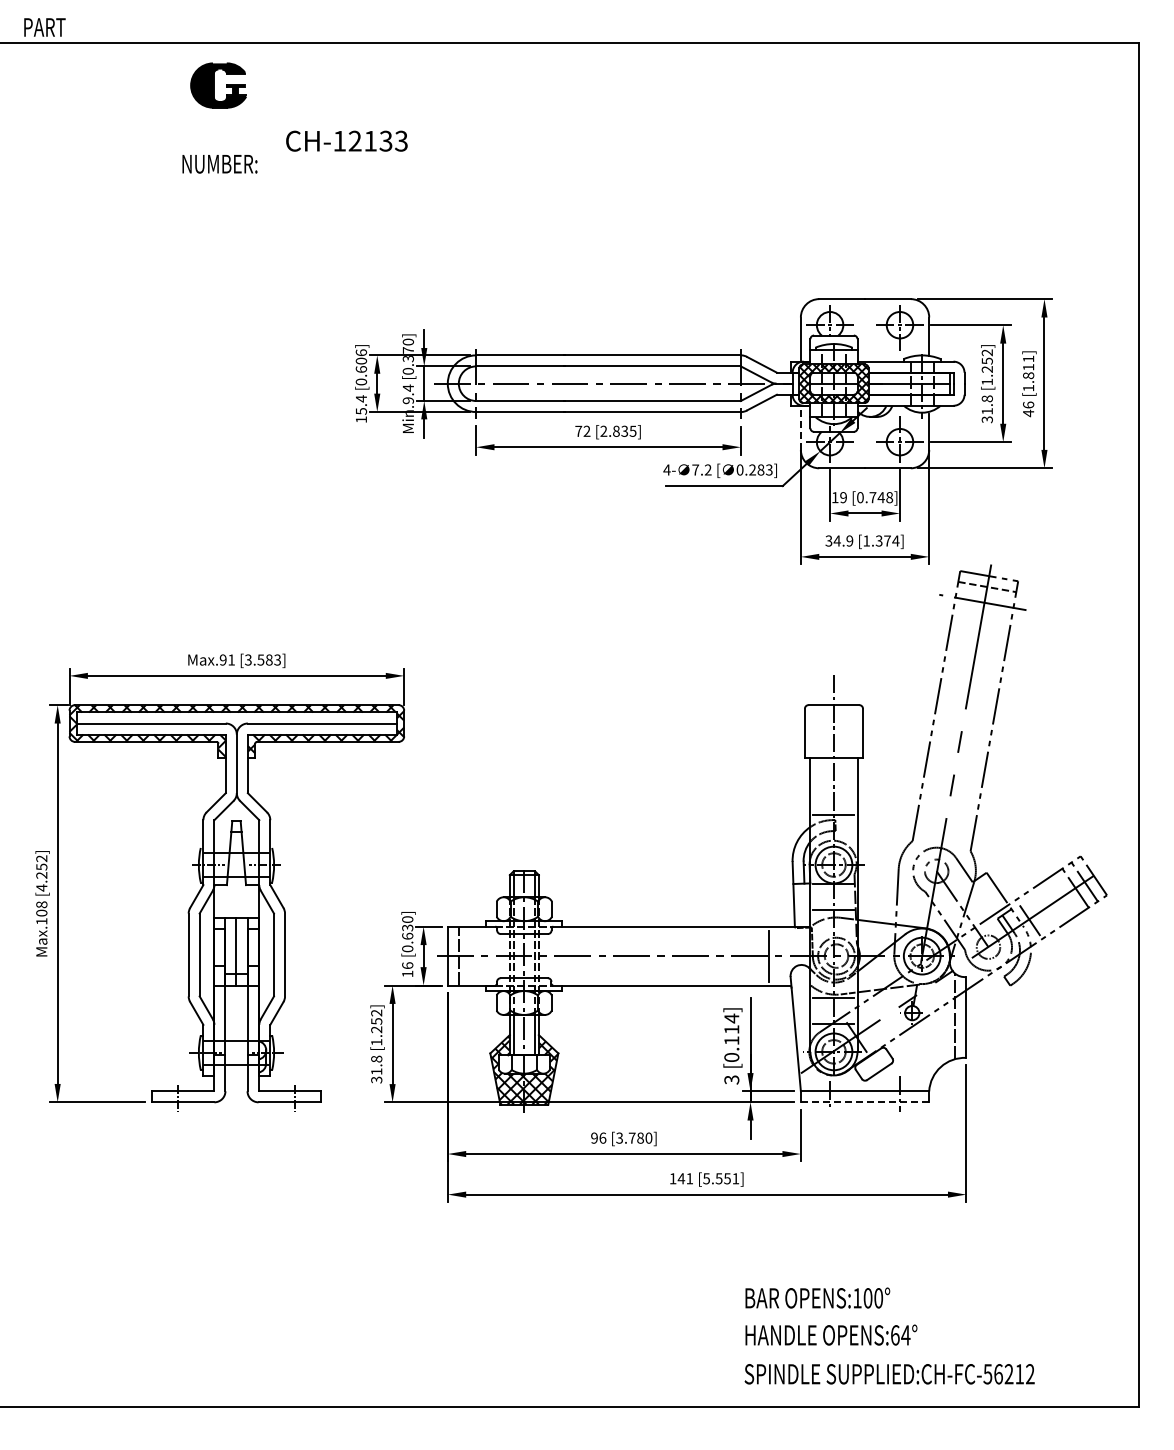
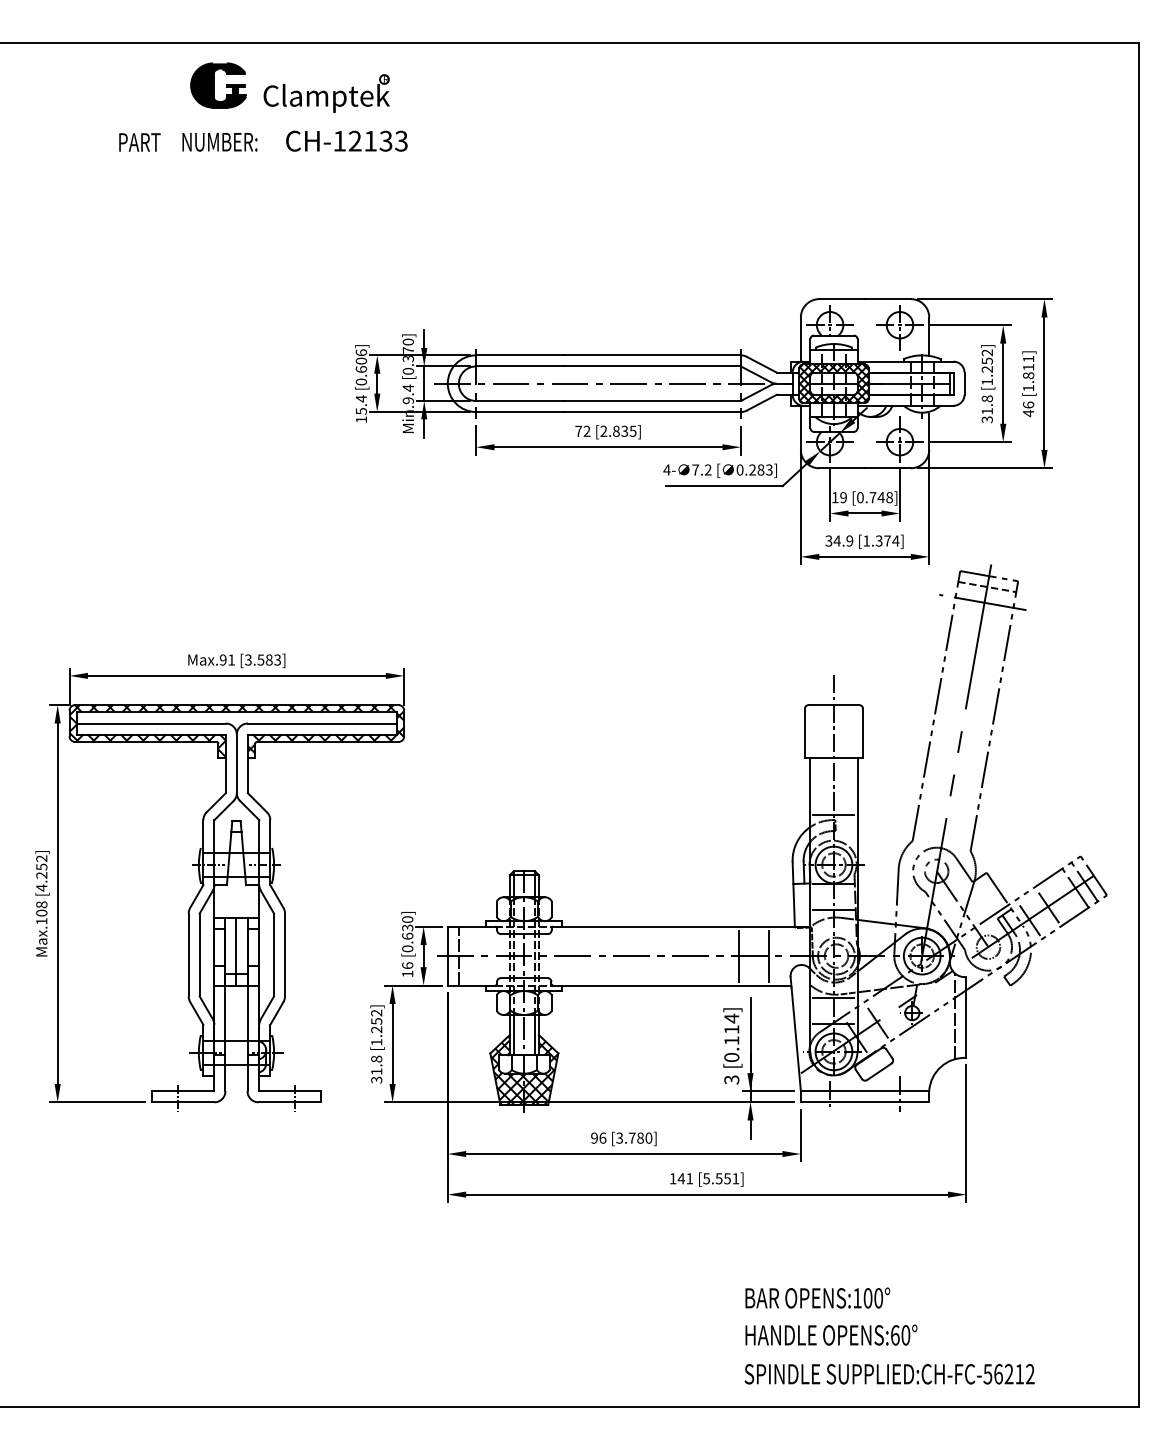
text at (44, 27) position: (44, 27) -> (139, 142)
part at (326, 93): none -> present
text at (219, 164) position: (219, 164) -> (219, 142)
line at (800, 427): dashed -> solid
line at (1047, 906): none -> present
line at (739, 956): none -> present
line at (876, 1021): none -> present
line at (865, 1102): dashed -> solid
text at (905, 1335): OPENS:64° -> OPENS:60°
